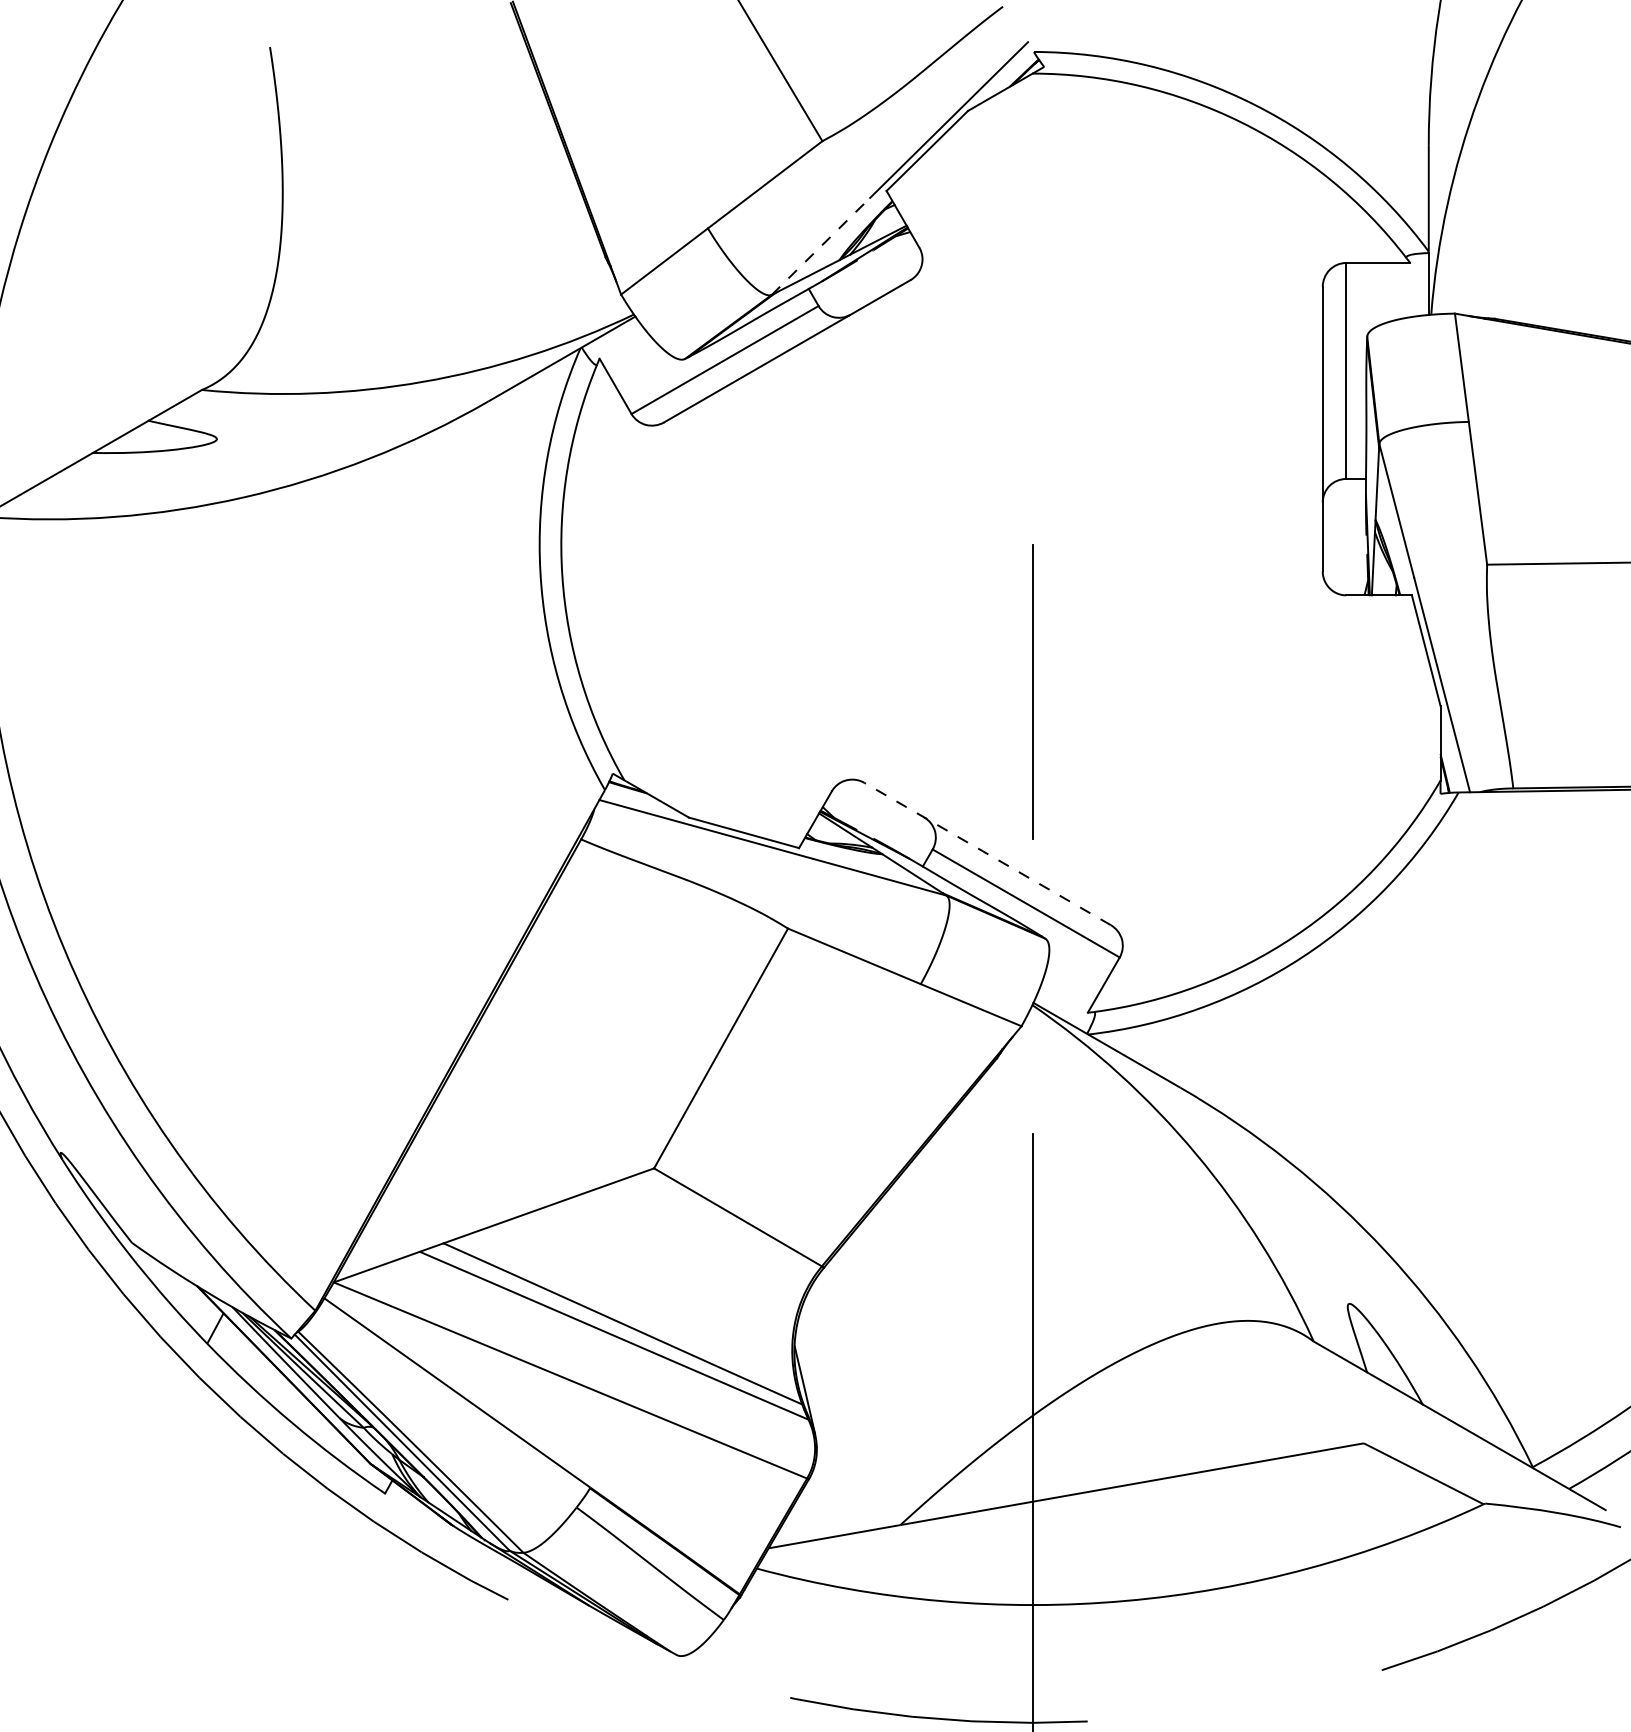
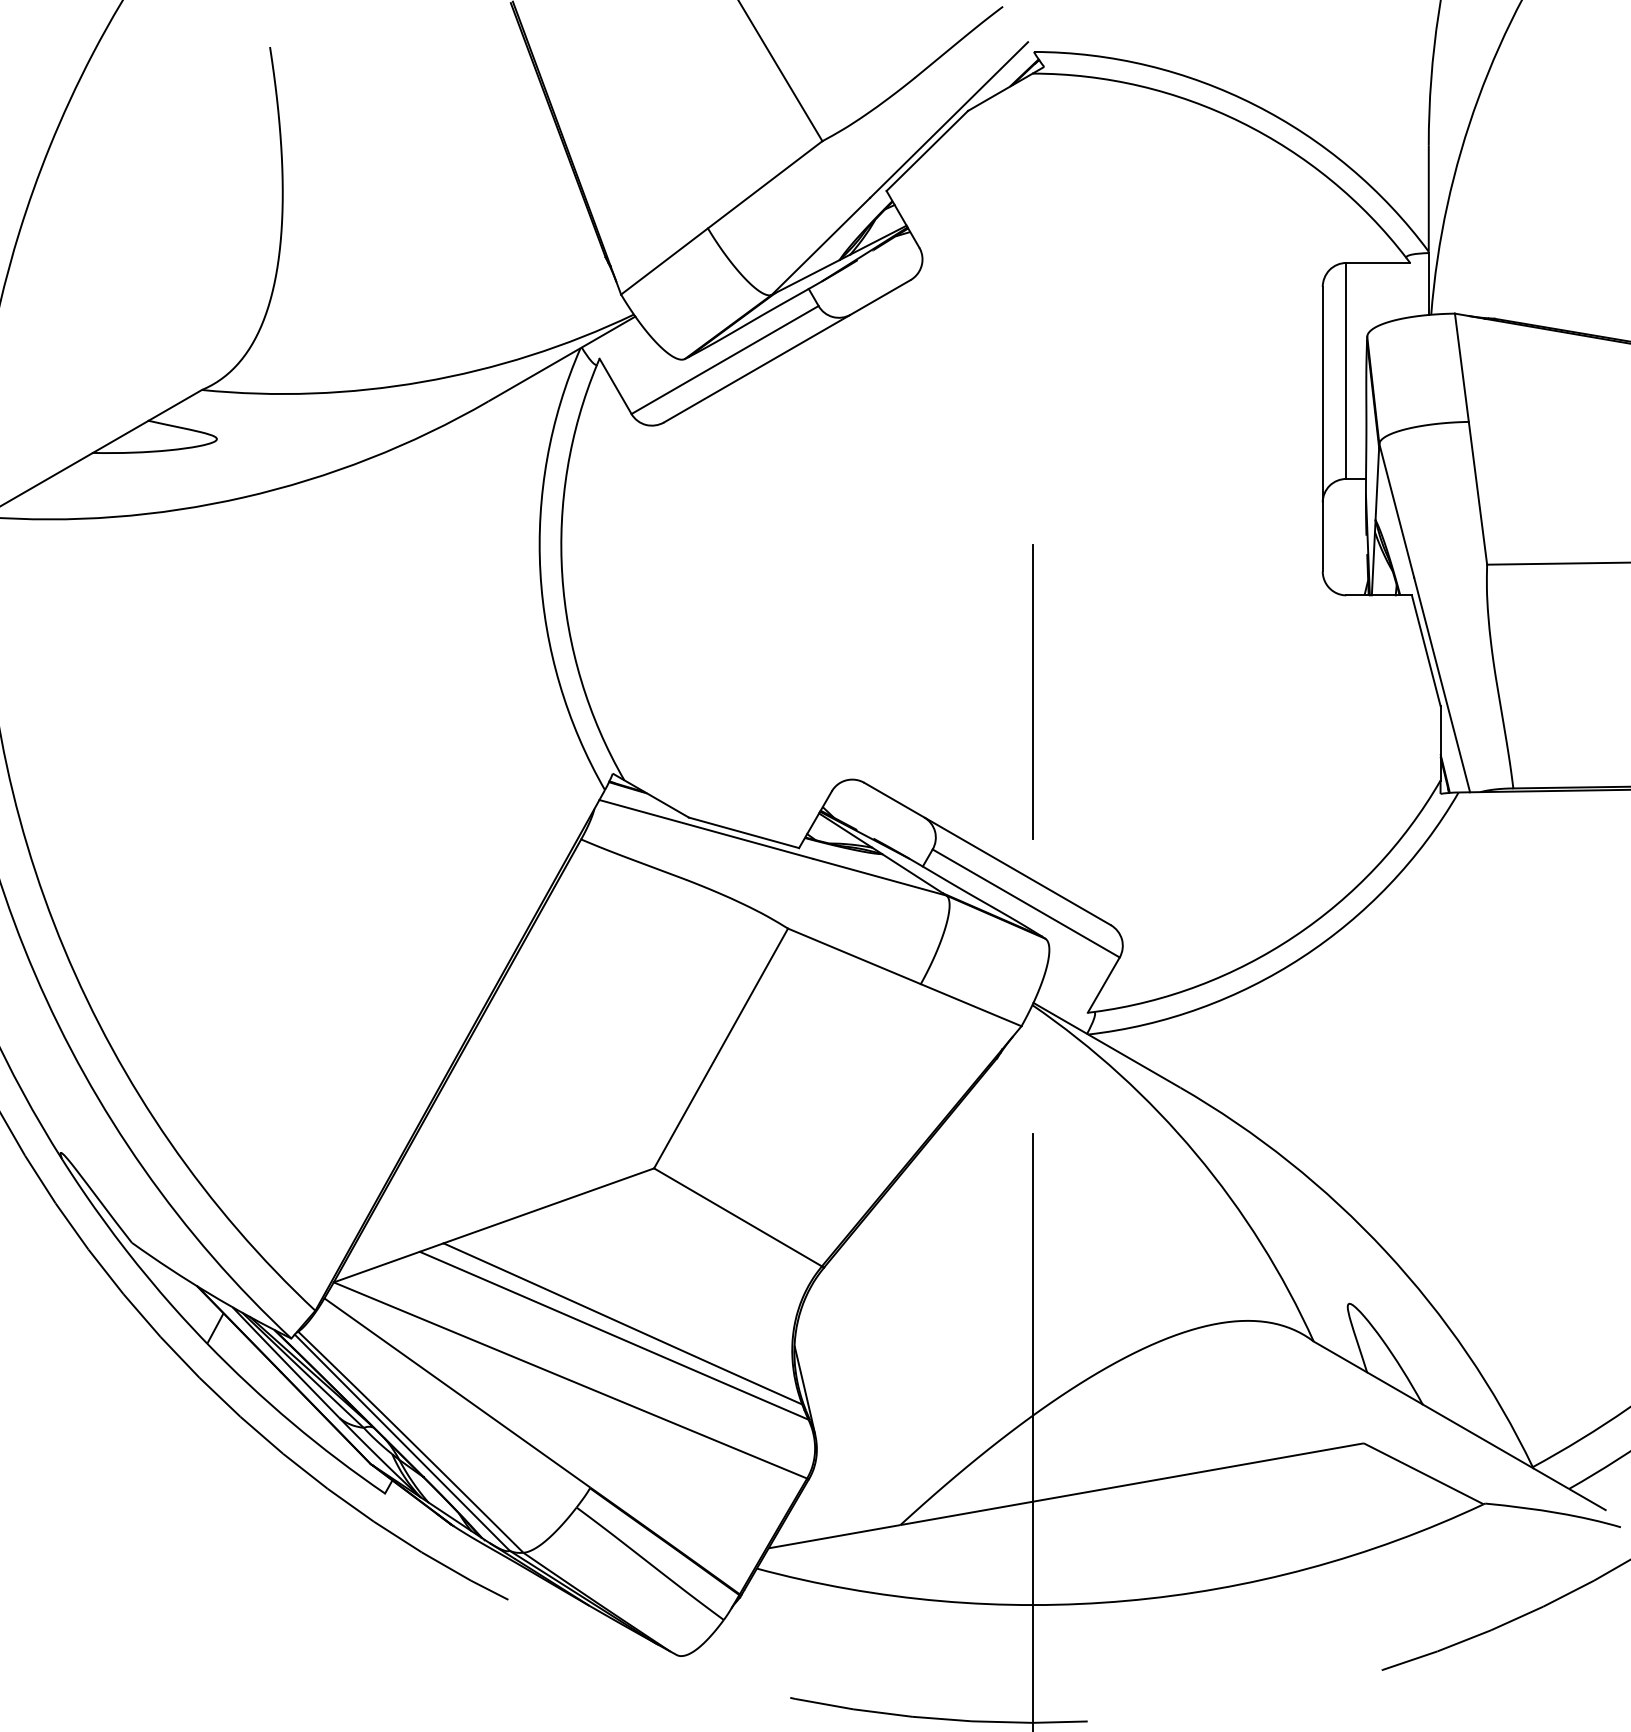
line at (821, 246): dashed -> solid
line at (987, 853): dashed -> solid
